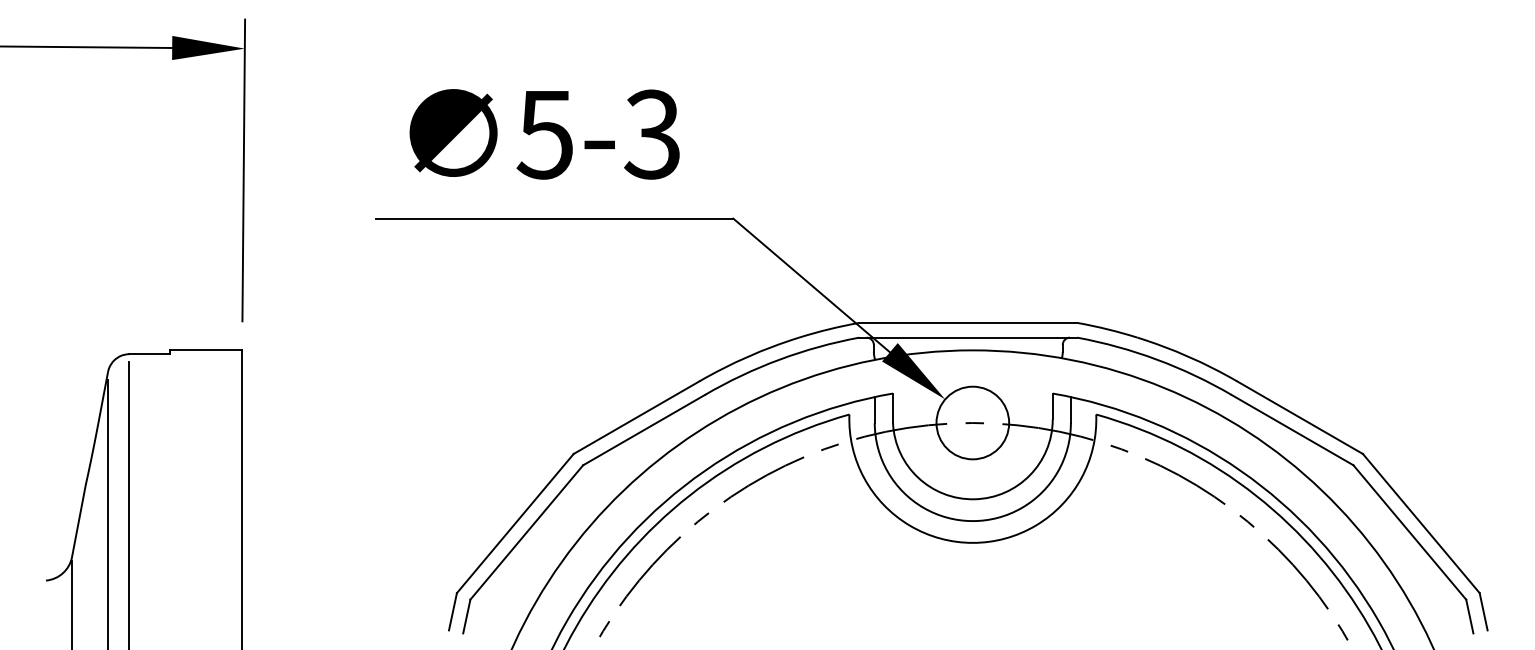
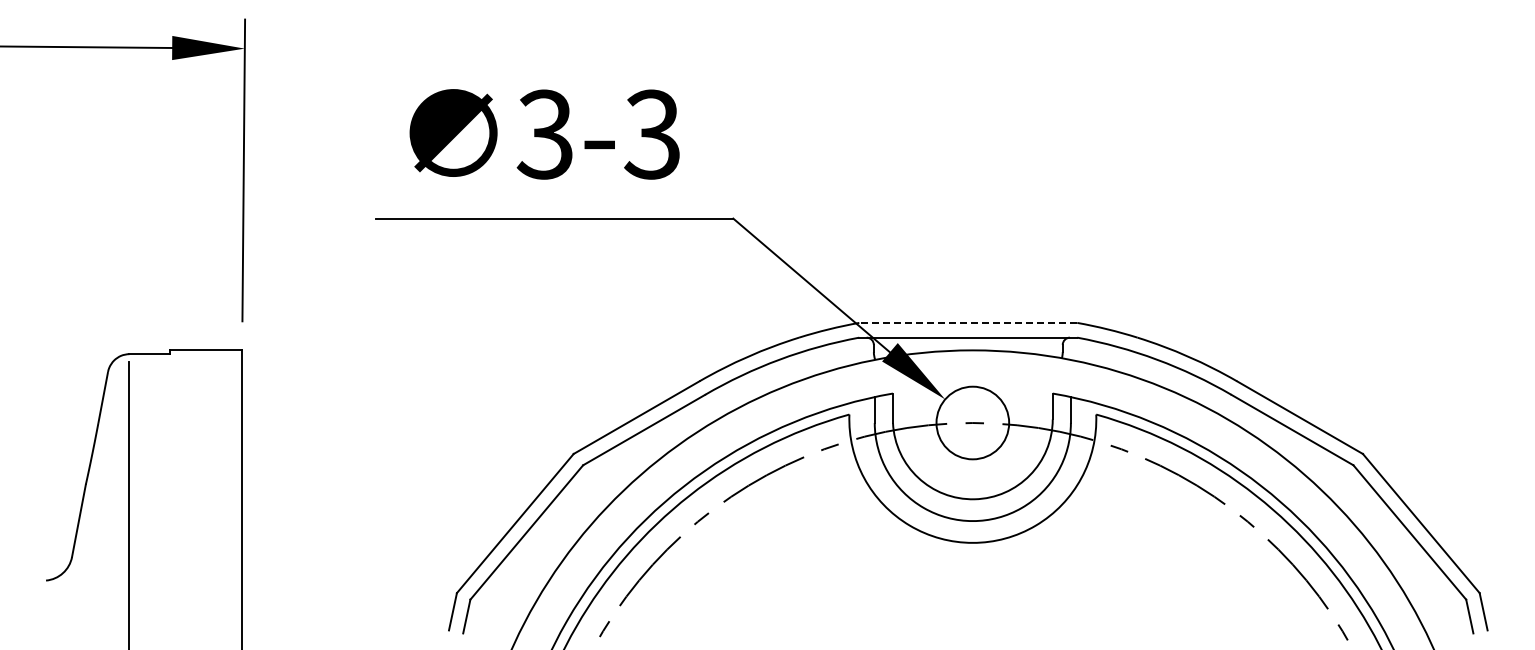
text at (544, 134): 5-3 -> 3-3
line at (968, 322): solid -> dashed
line at (108, 512): present -> none
line at (72, 603): present -> none
